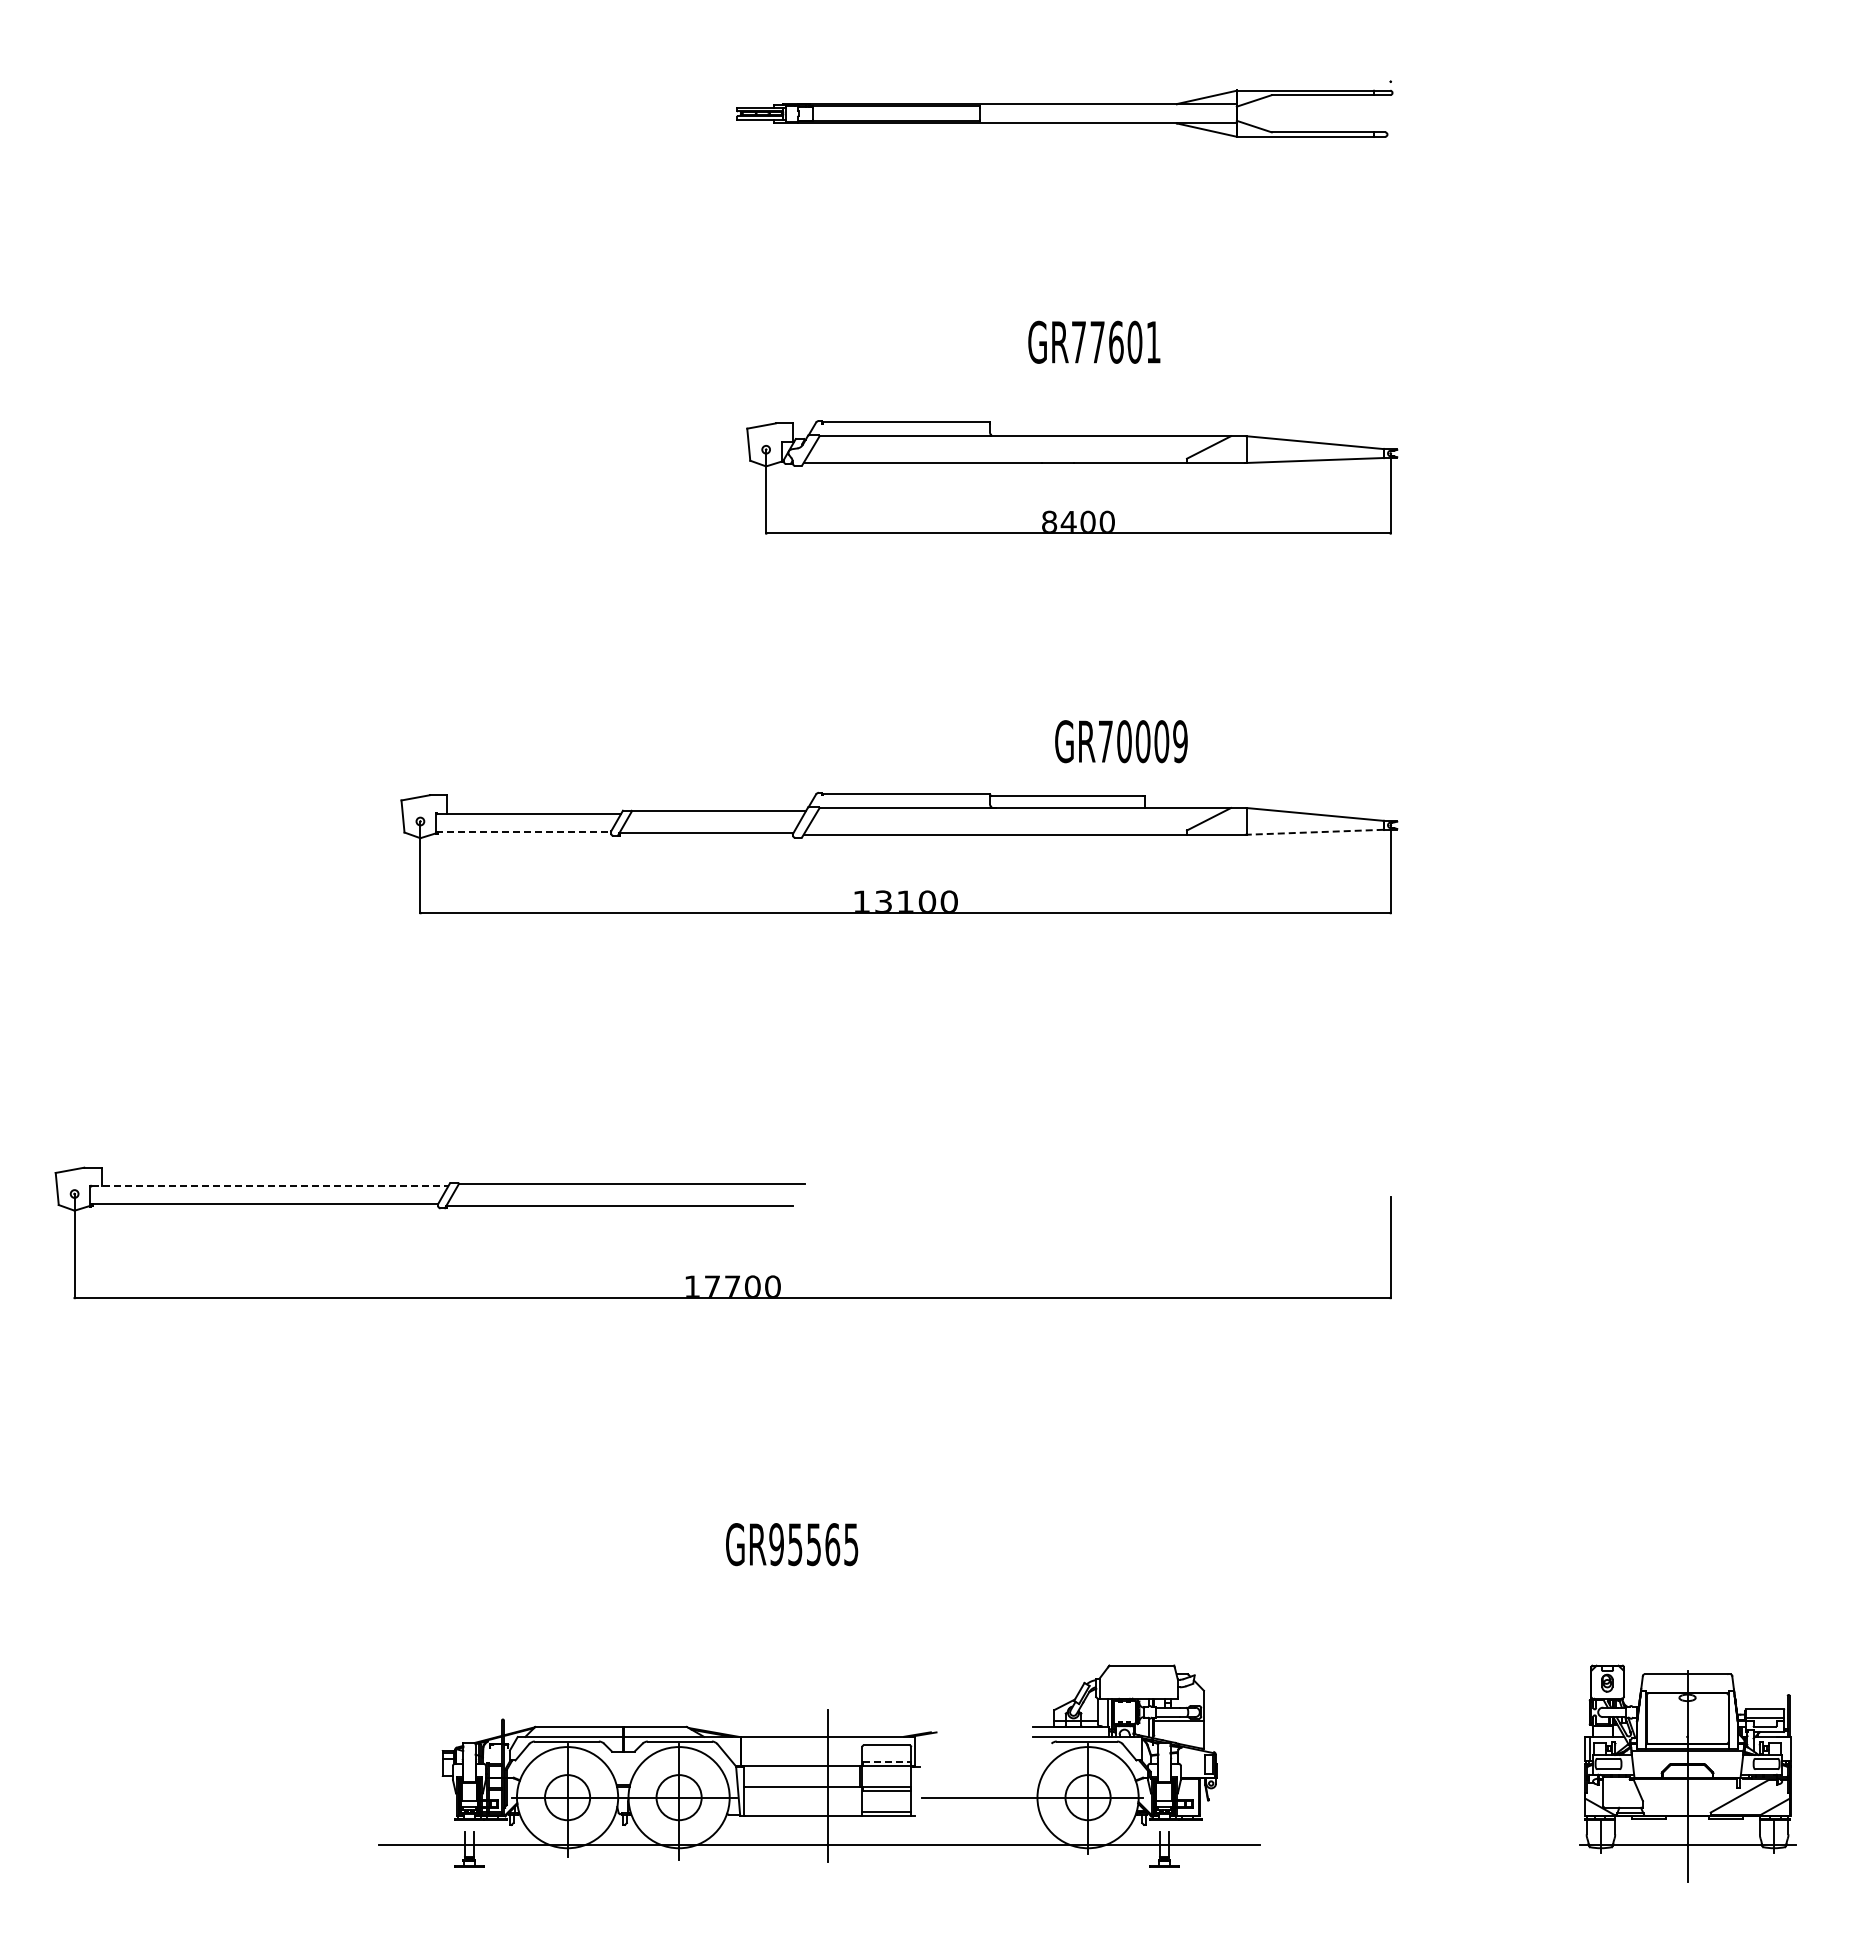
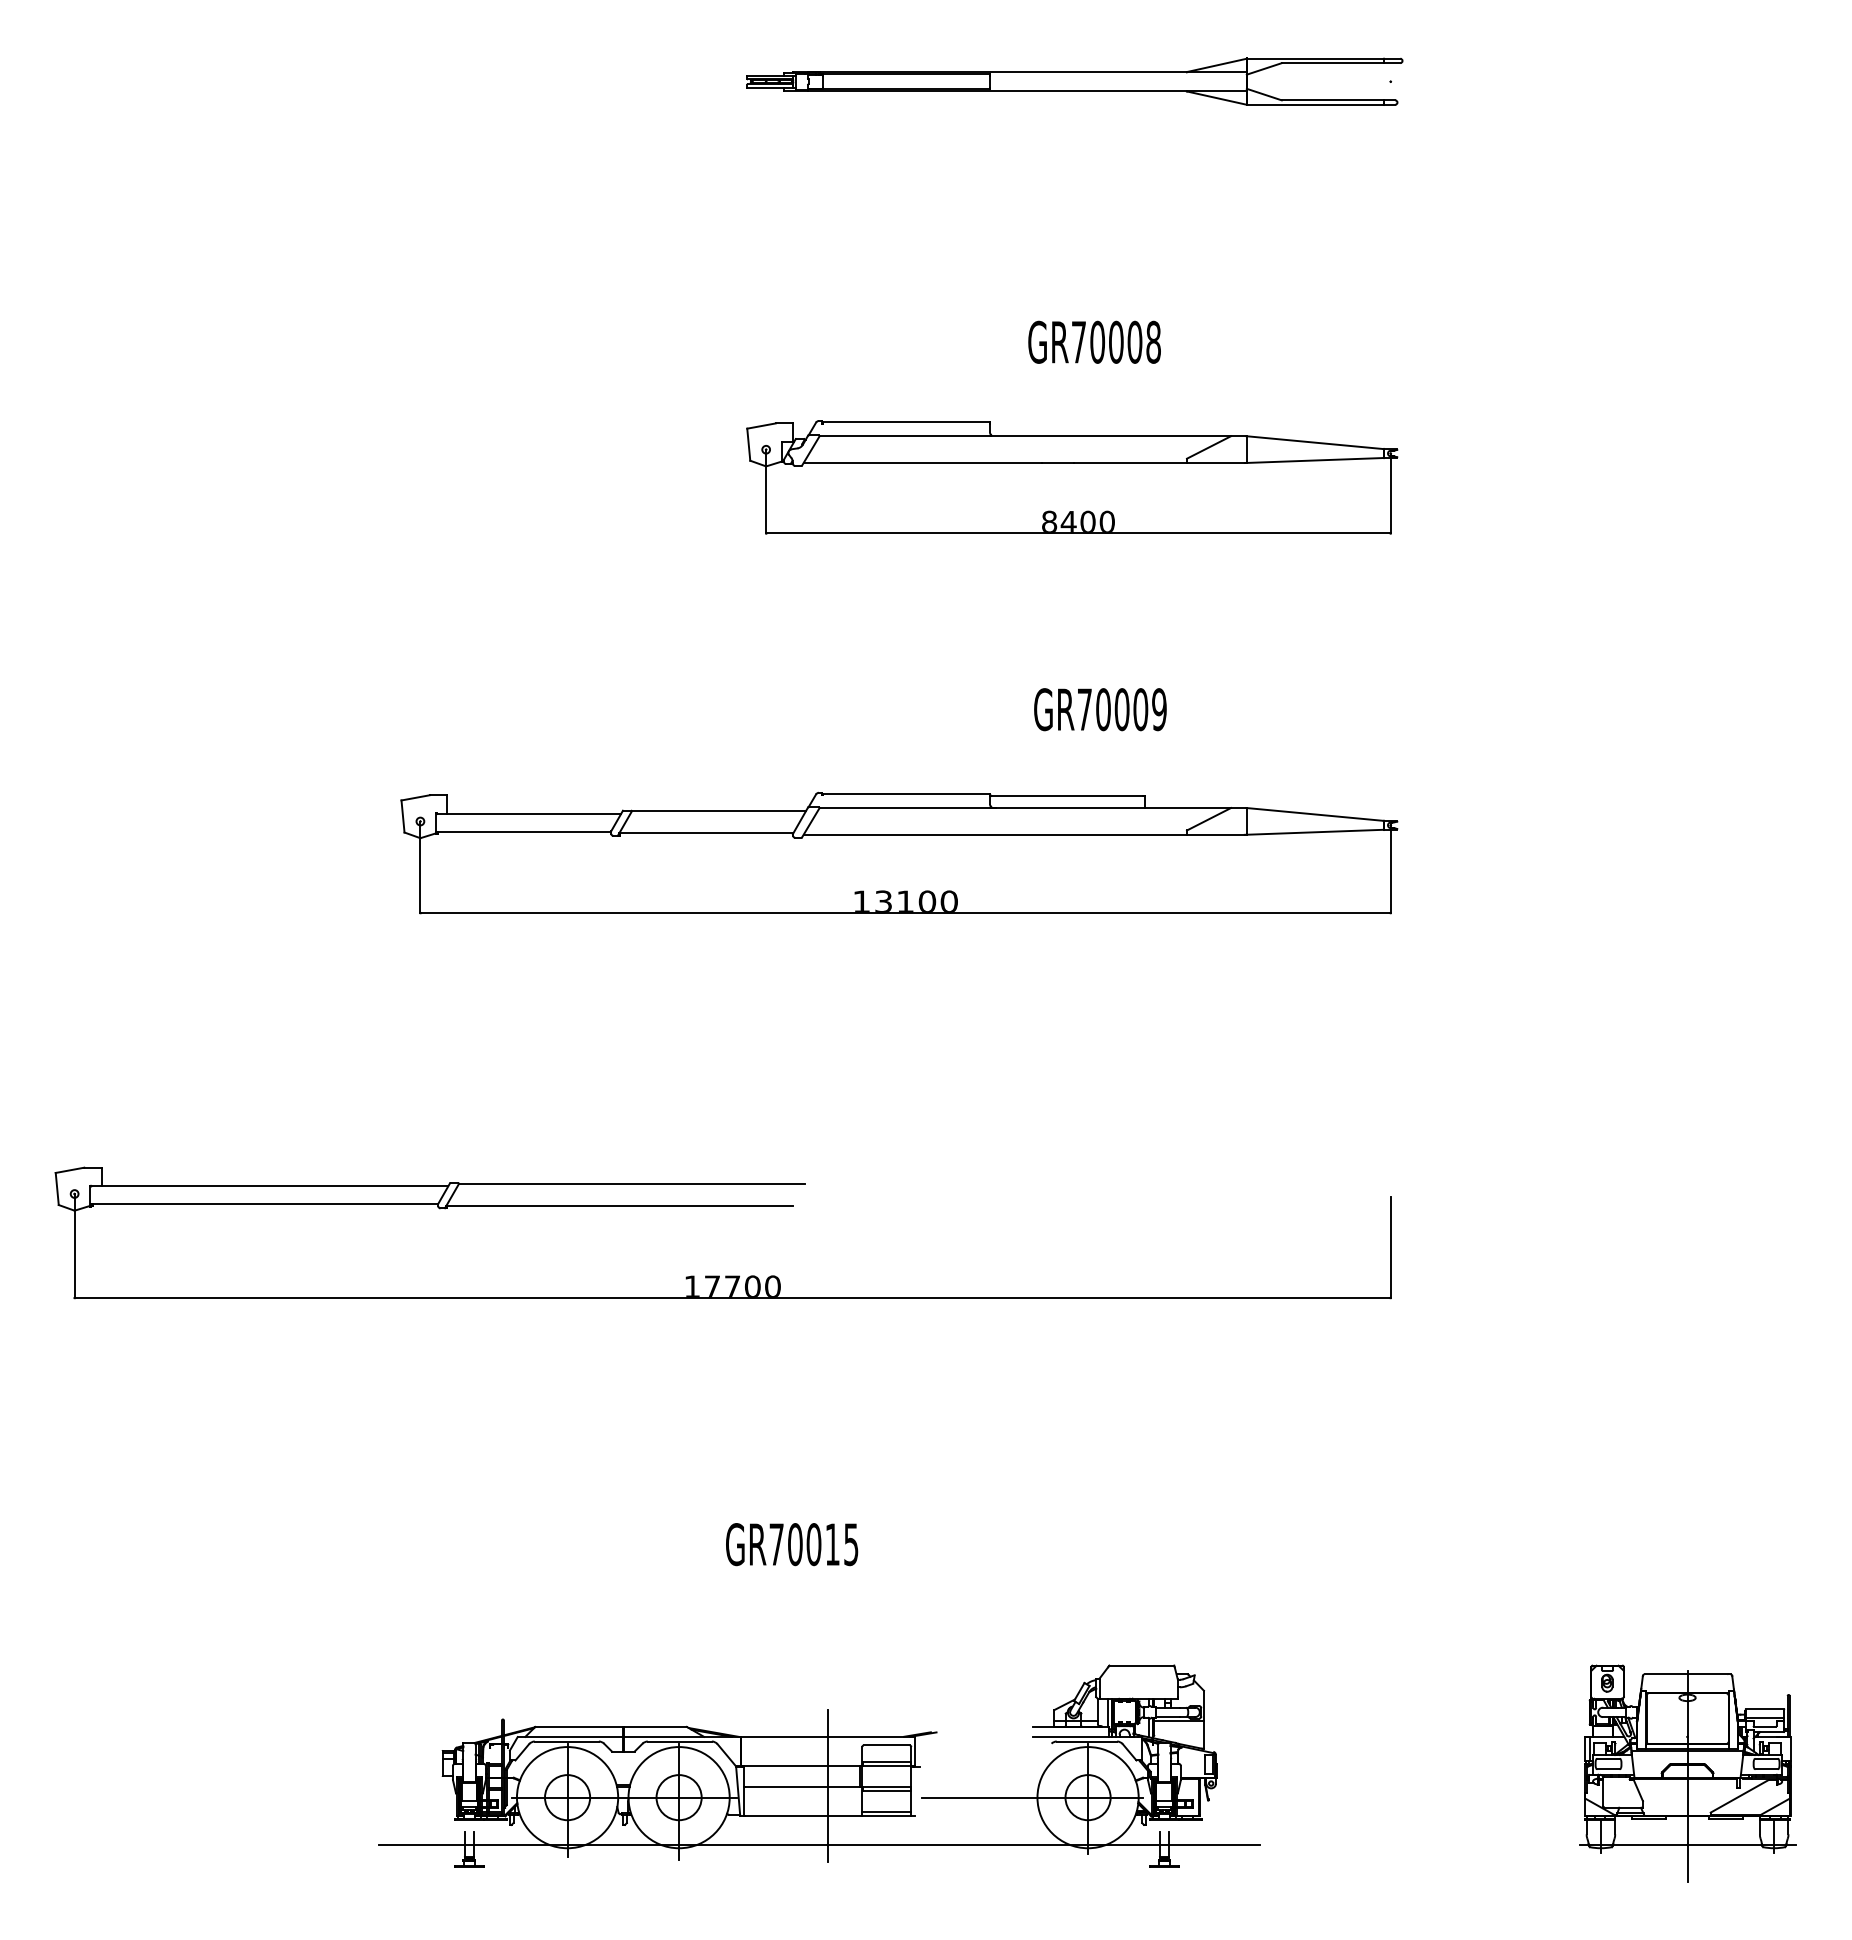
part at (1064, 113) position: (1064, 113) -> (1074, 81)
text at (1125, 341): GR77601 -> GR70008
text at (1121, 741) position: (1121, 741) -> (1100, 709)
line at (524, 831): dashed -> solid
line at (1314, 832): dashed -> solid
line at (270, 1186): dashed -> solid
text at (804, 1544): GR95565 -> GR70015
line at (887, 1761): dashed -> solid
